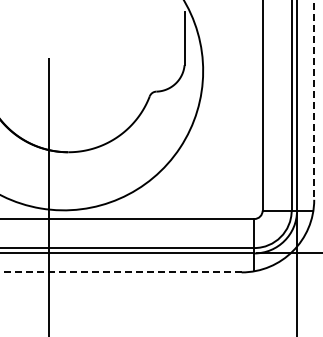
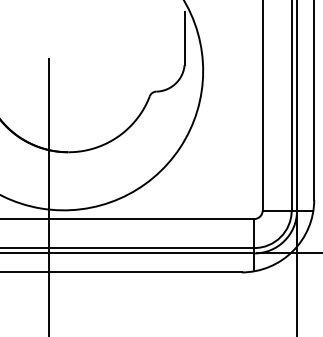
line at (314, 99): dashed -> solid
line at (120, 272): dashed -> solid
